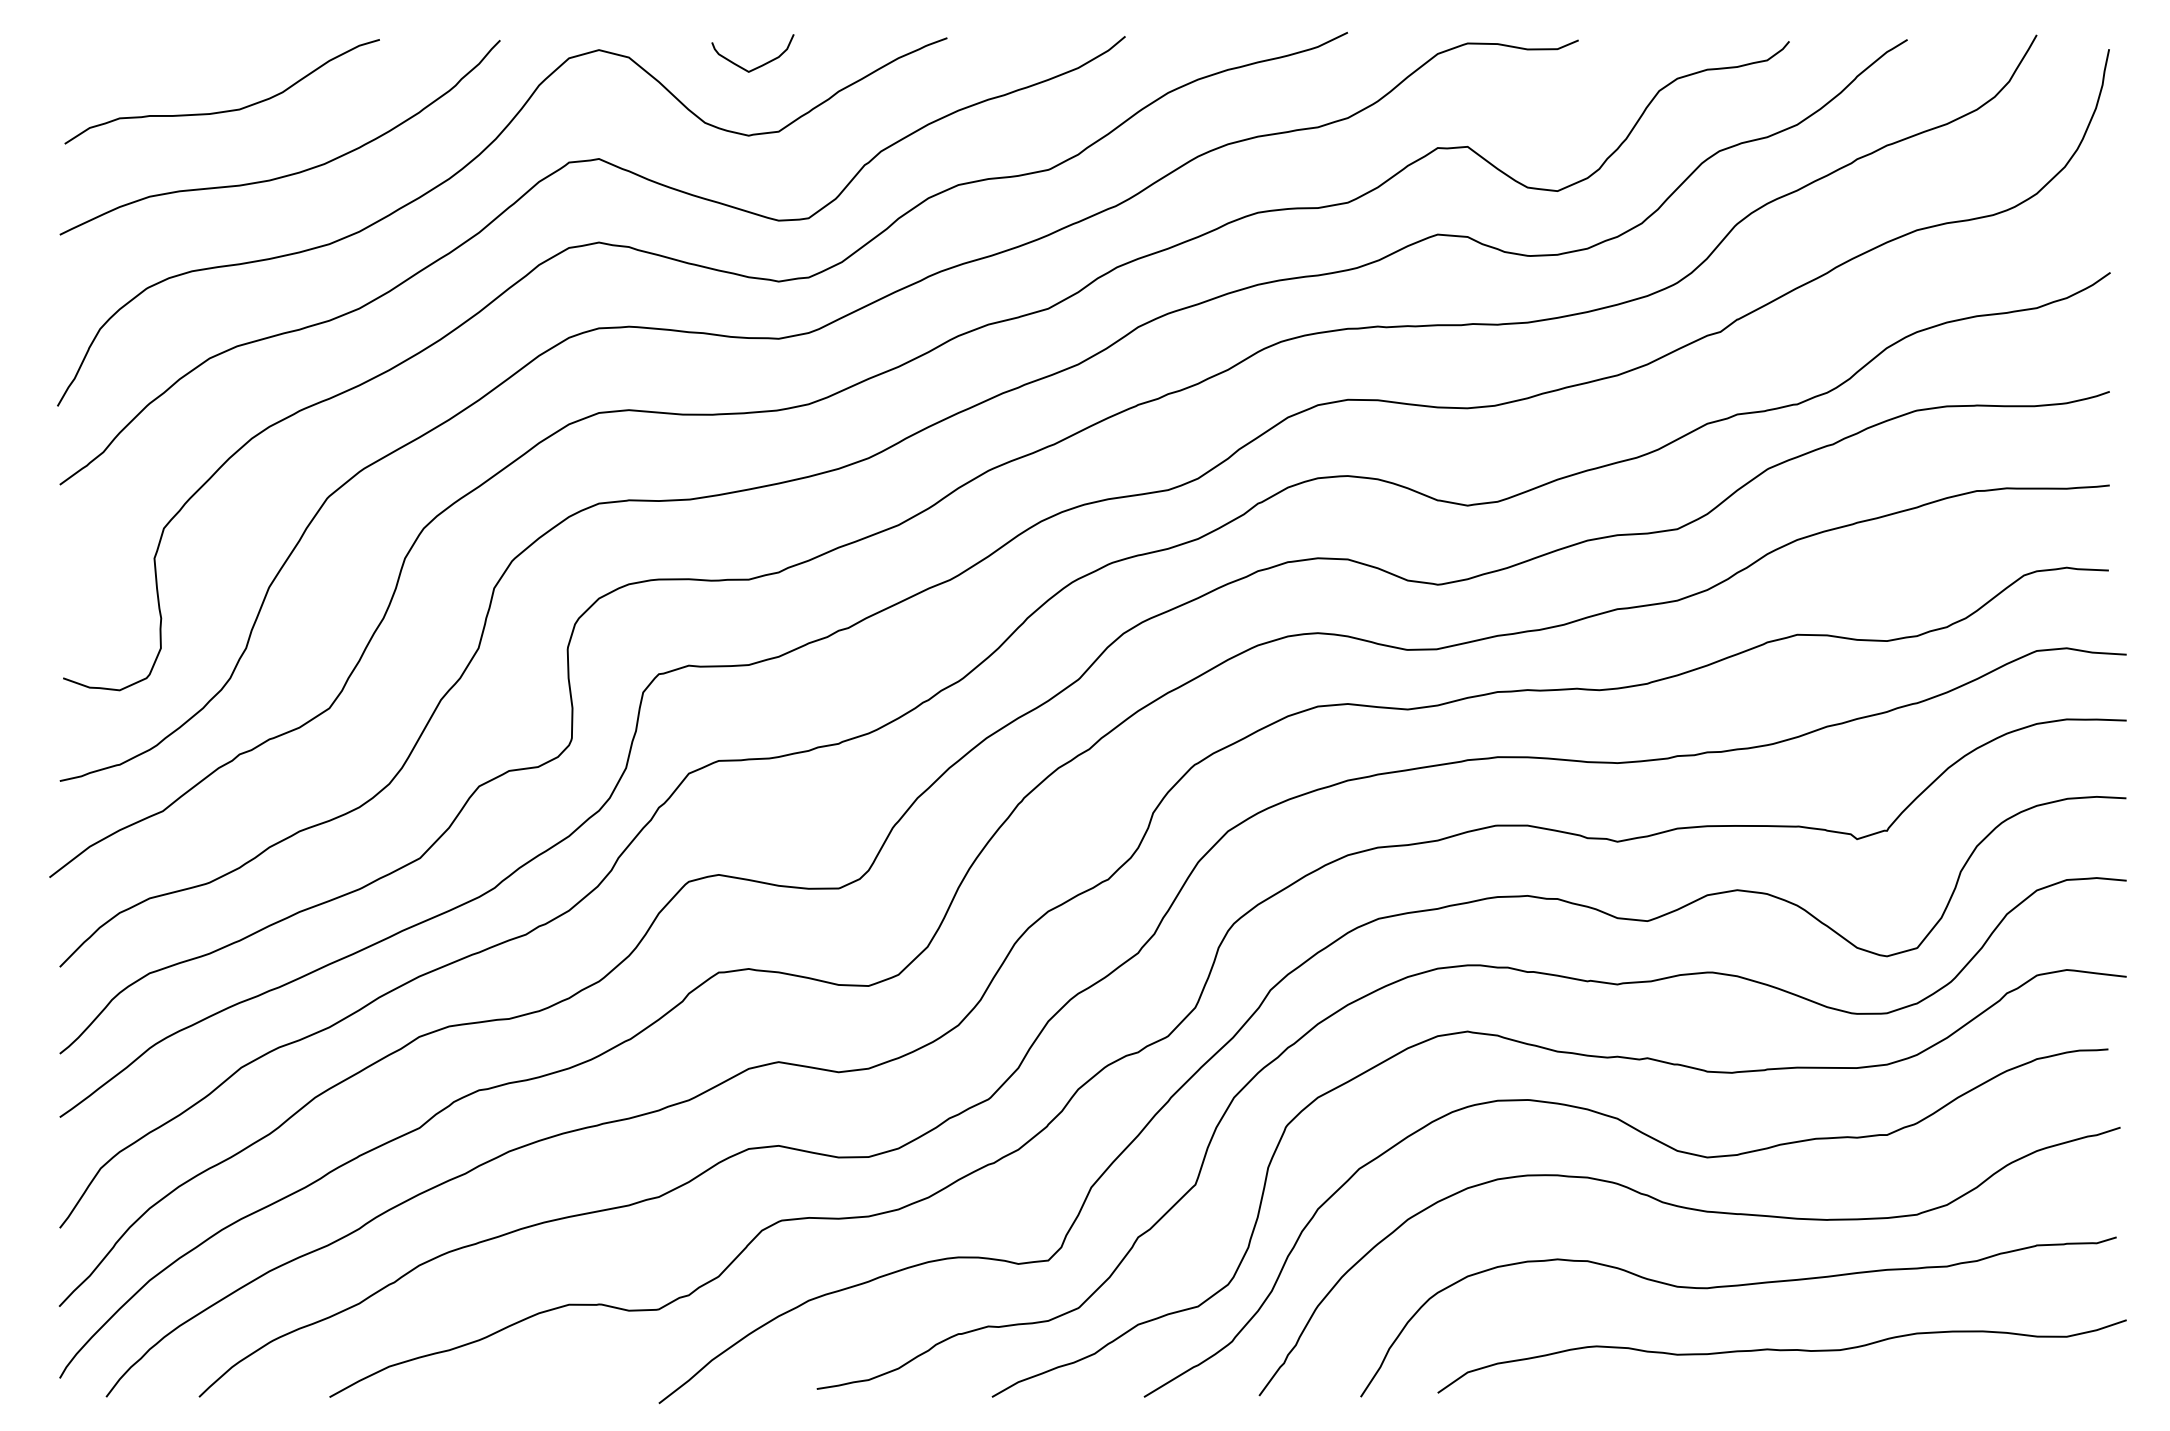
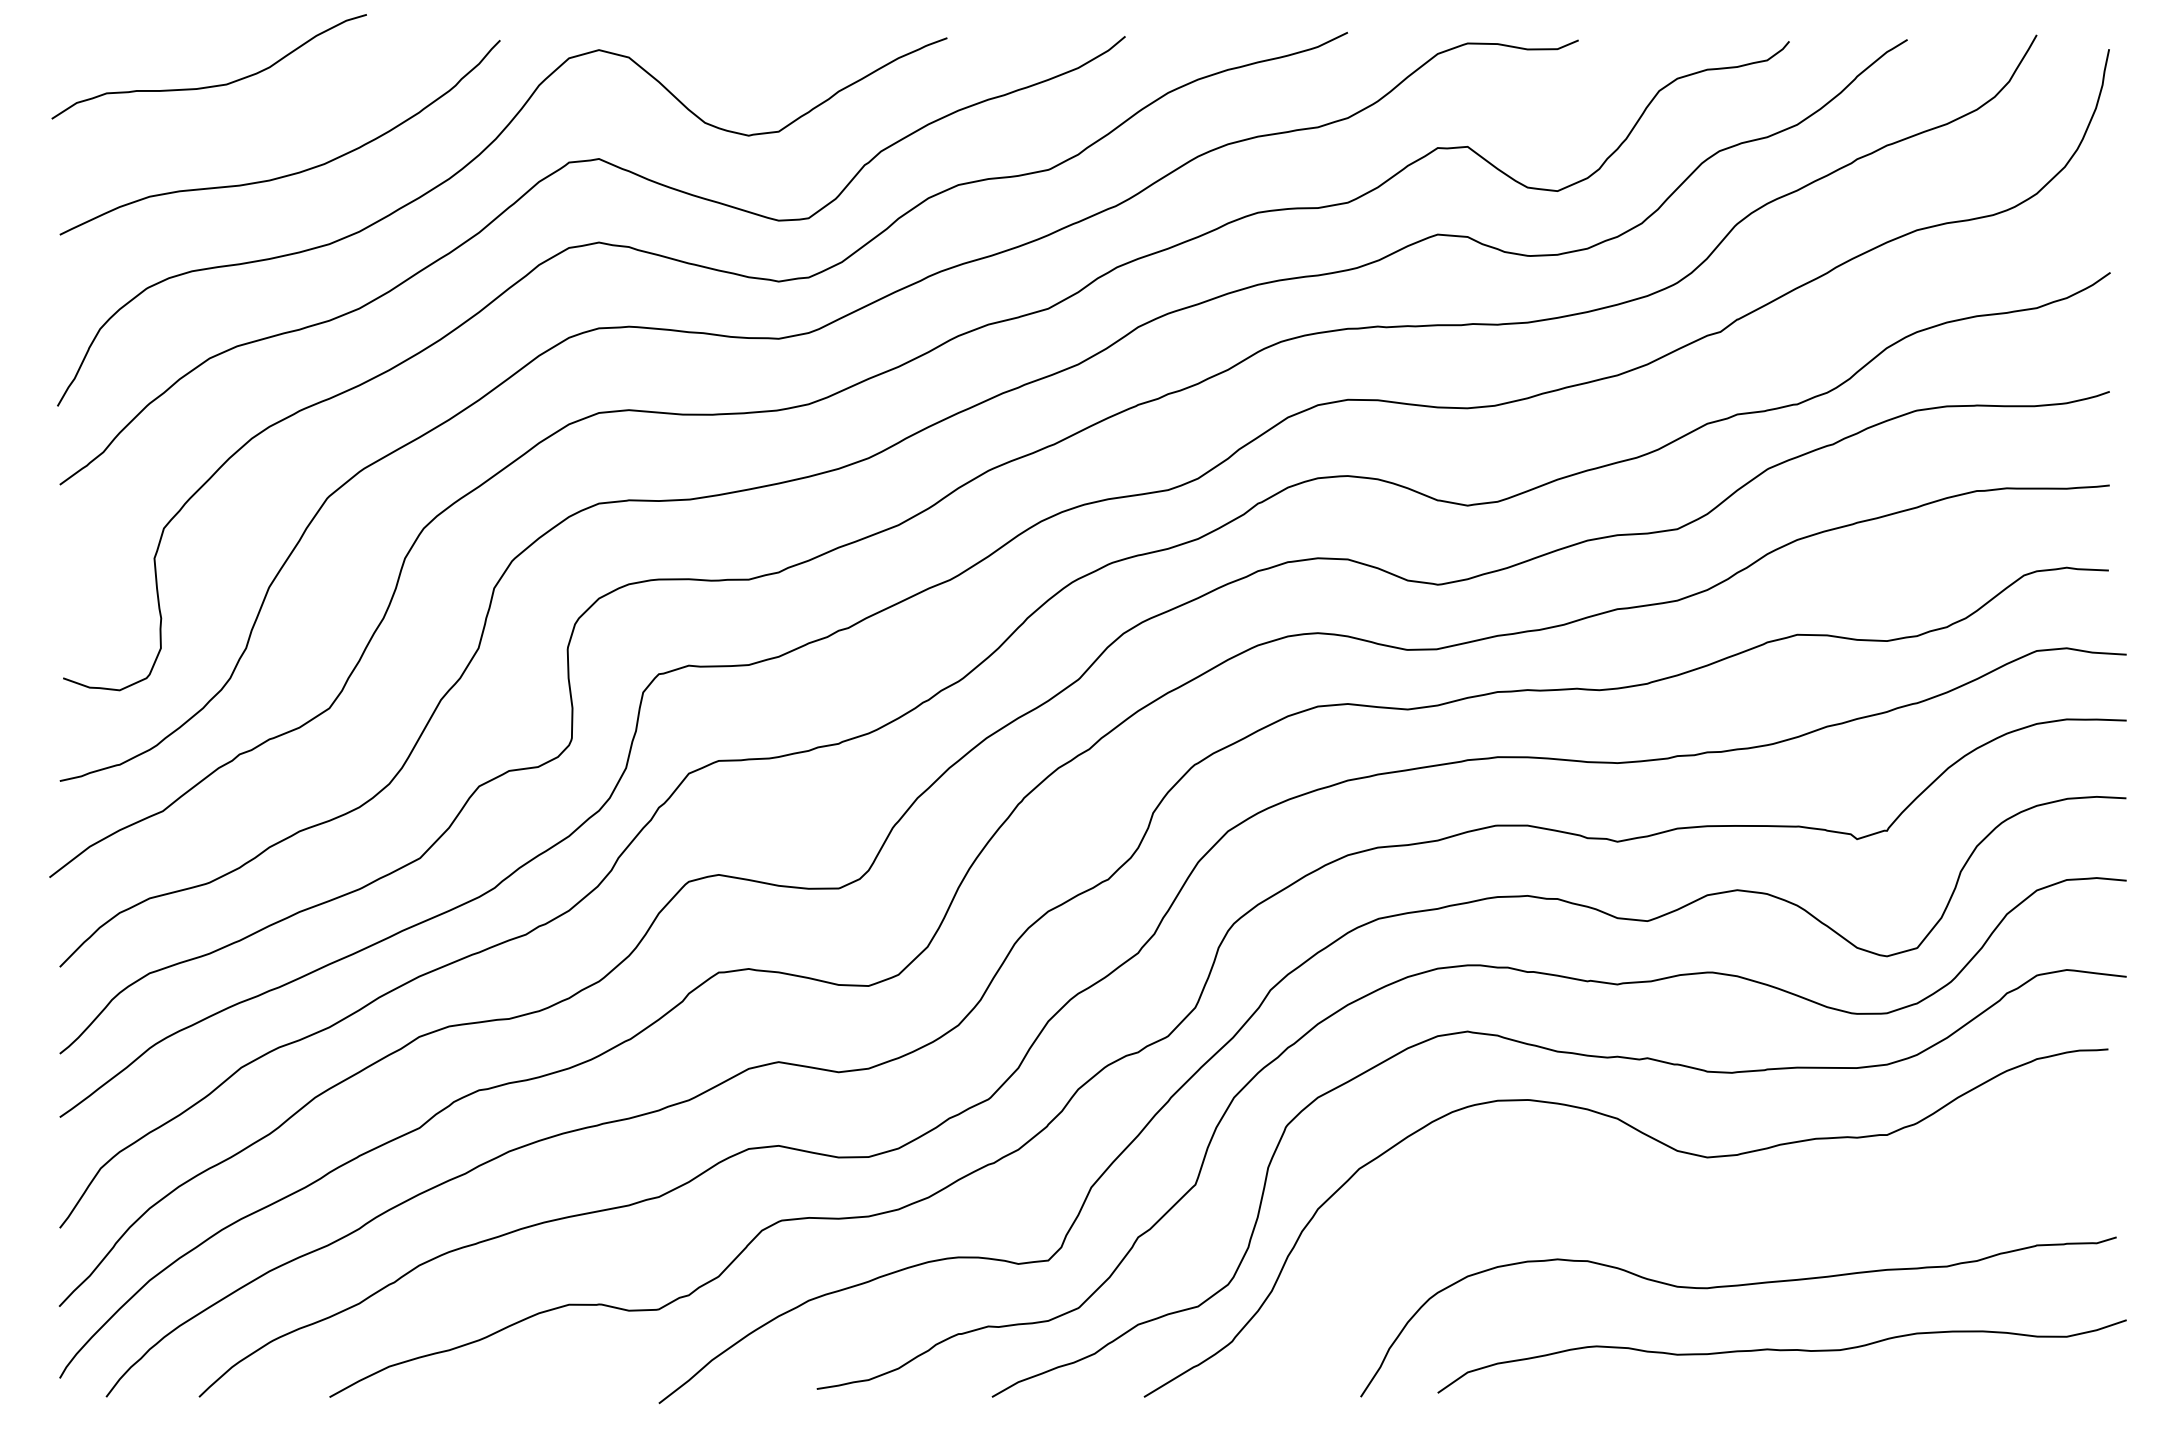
curve at (759, 65): present -> none
curve at (224, 110) position: (224, 110) -> (211, 85)
curve at (1698, 1211): present -> none
